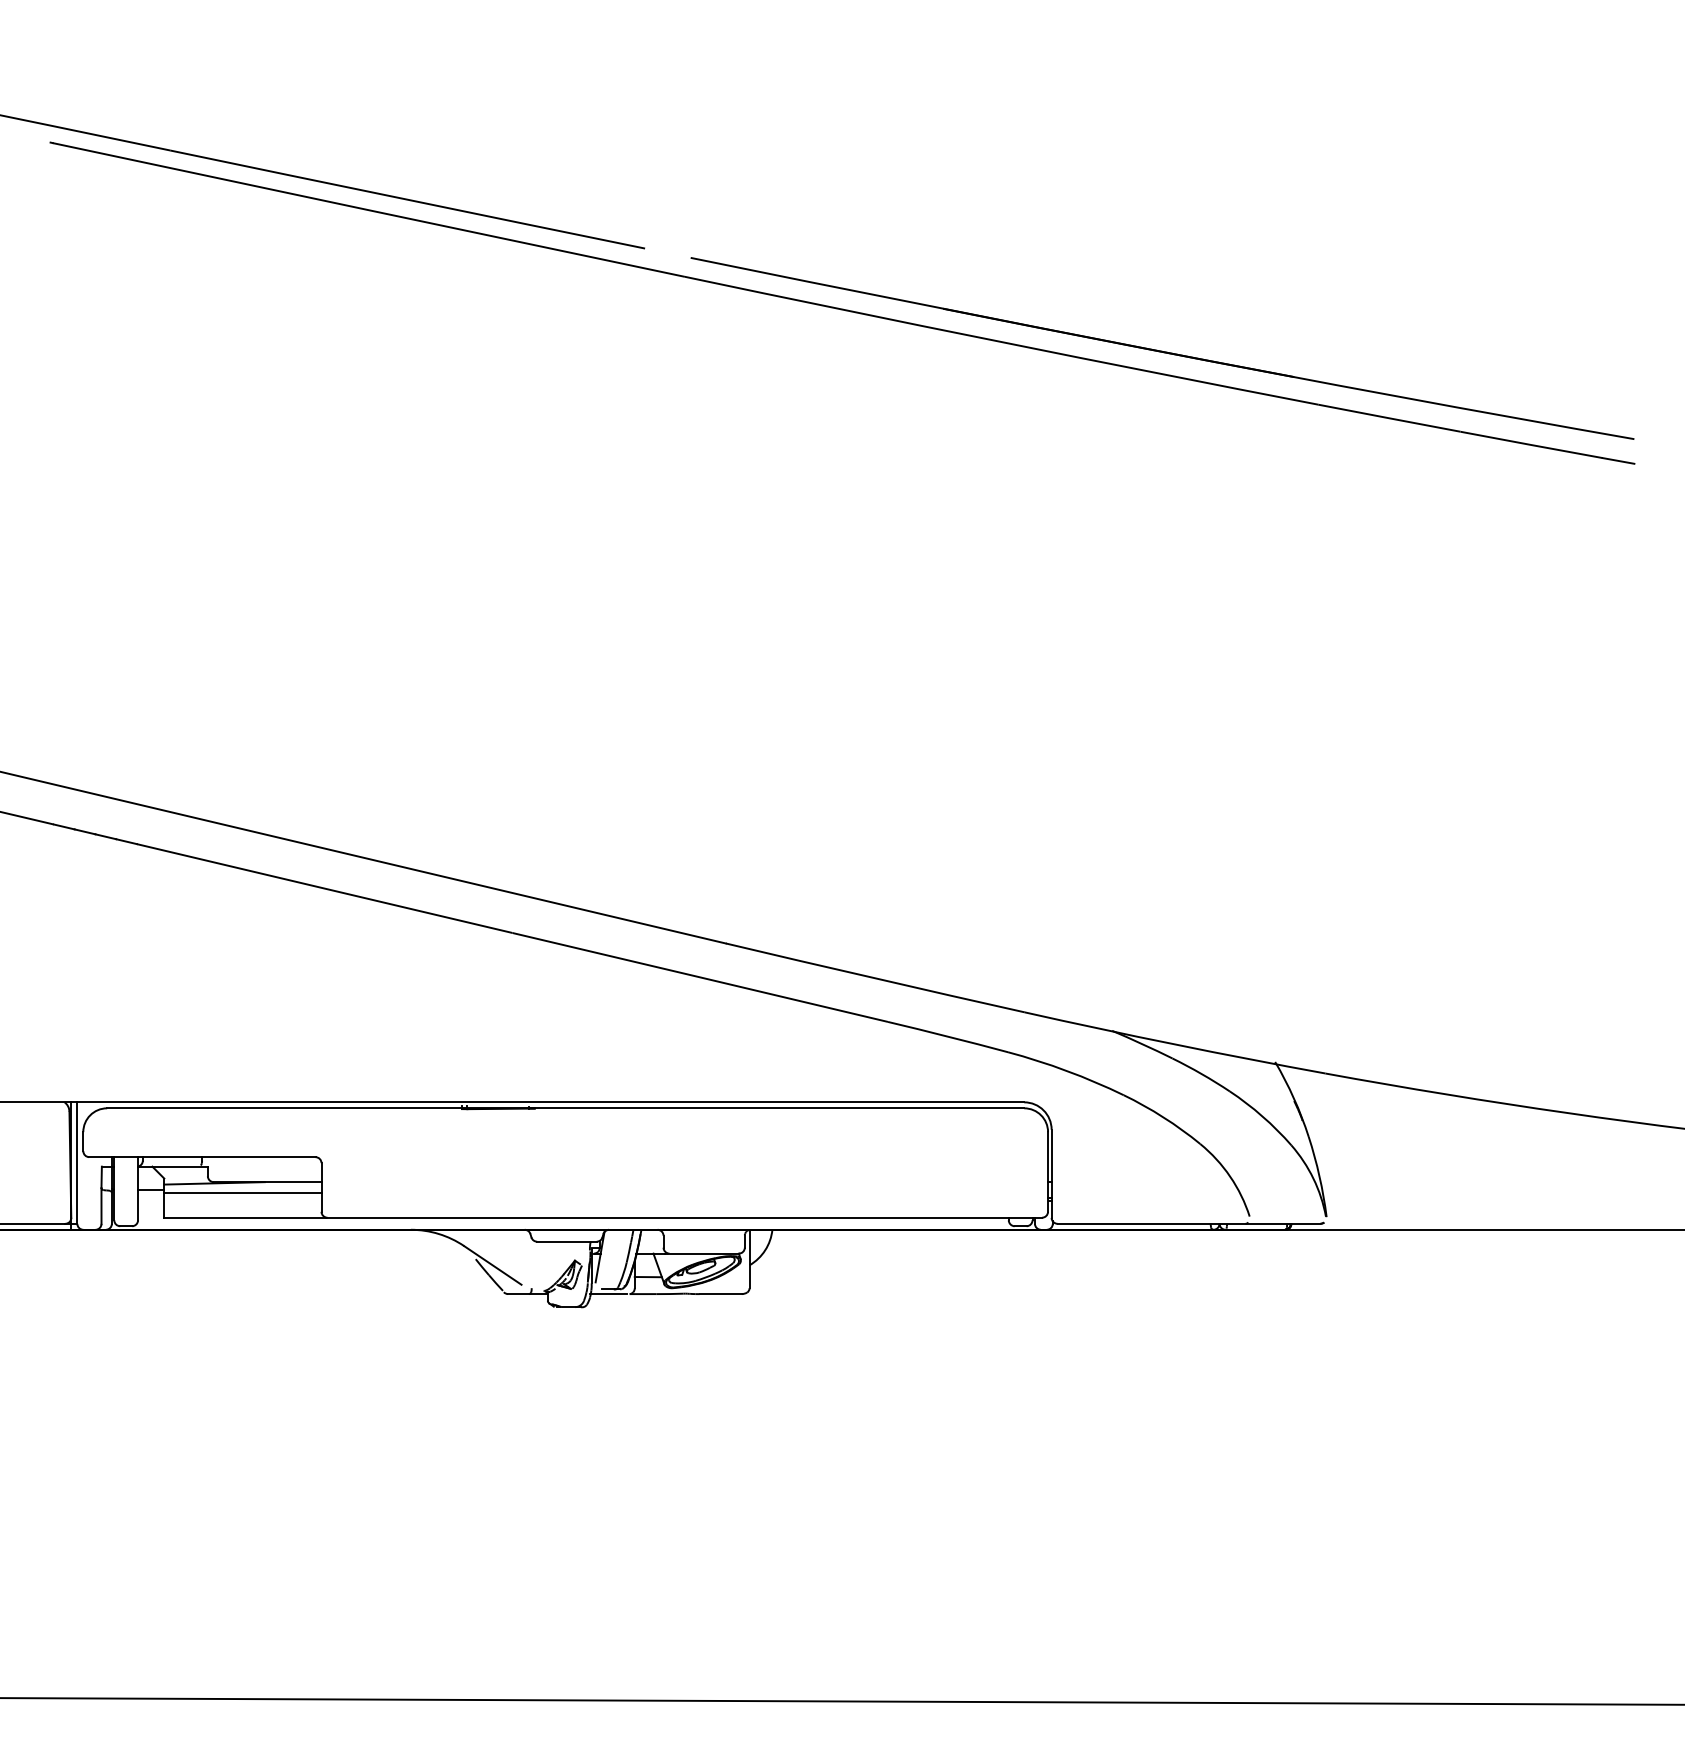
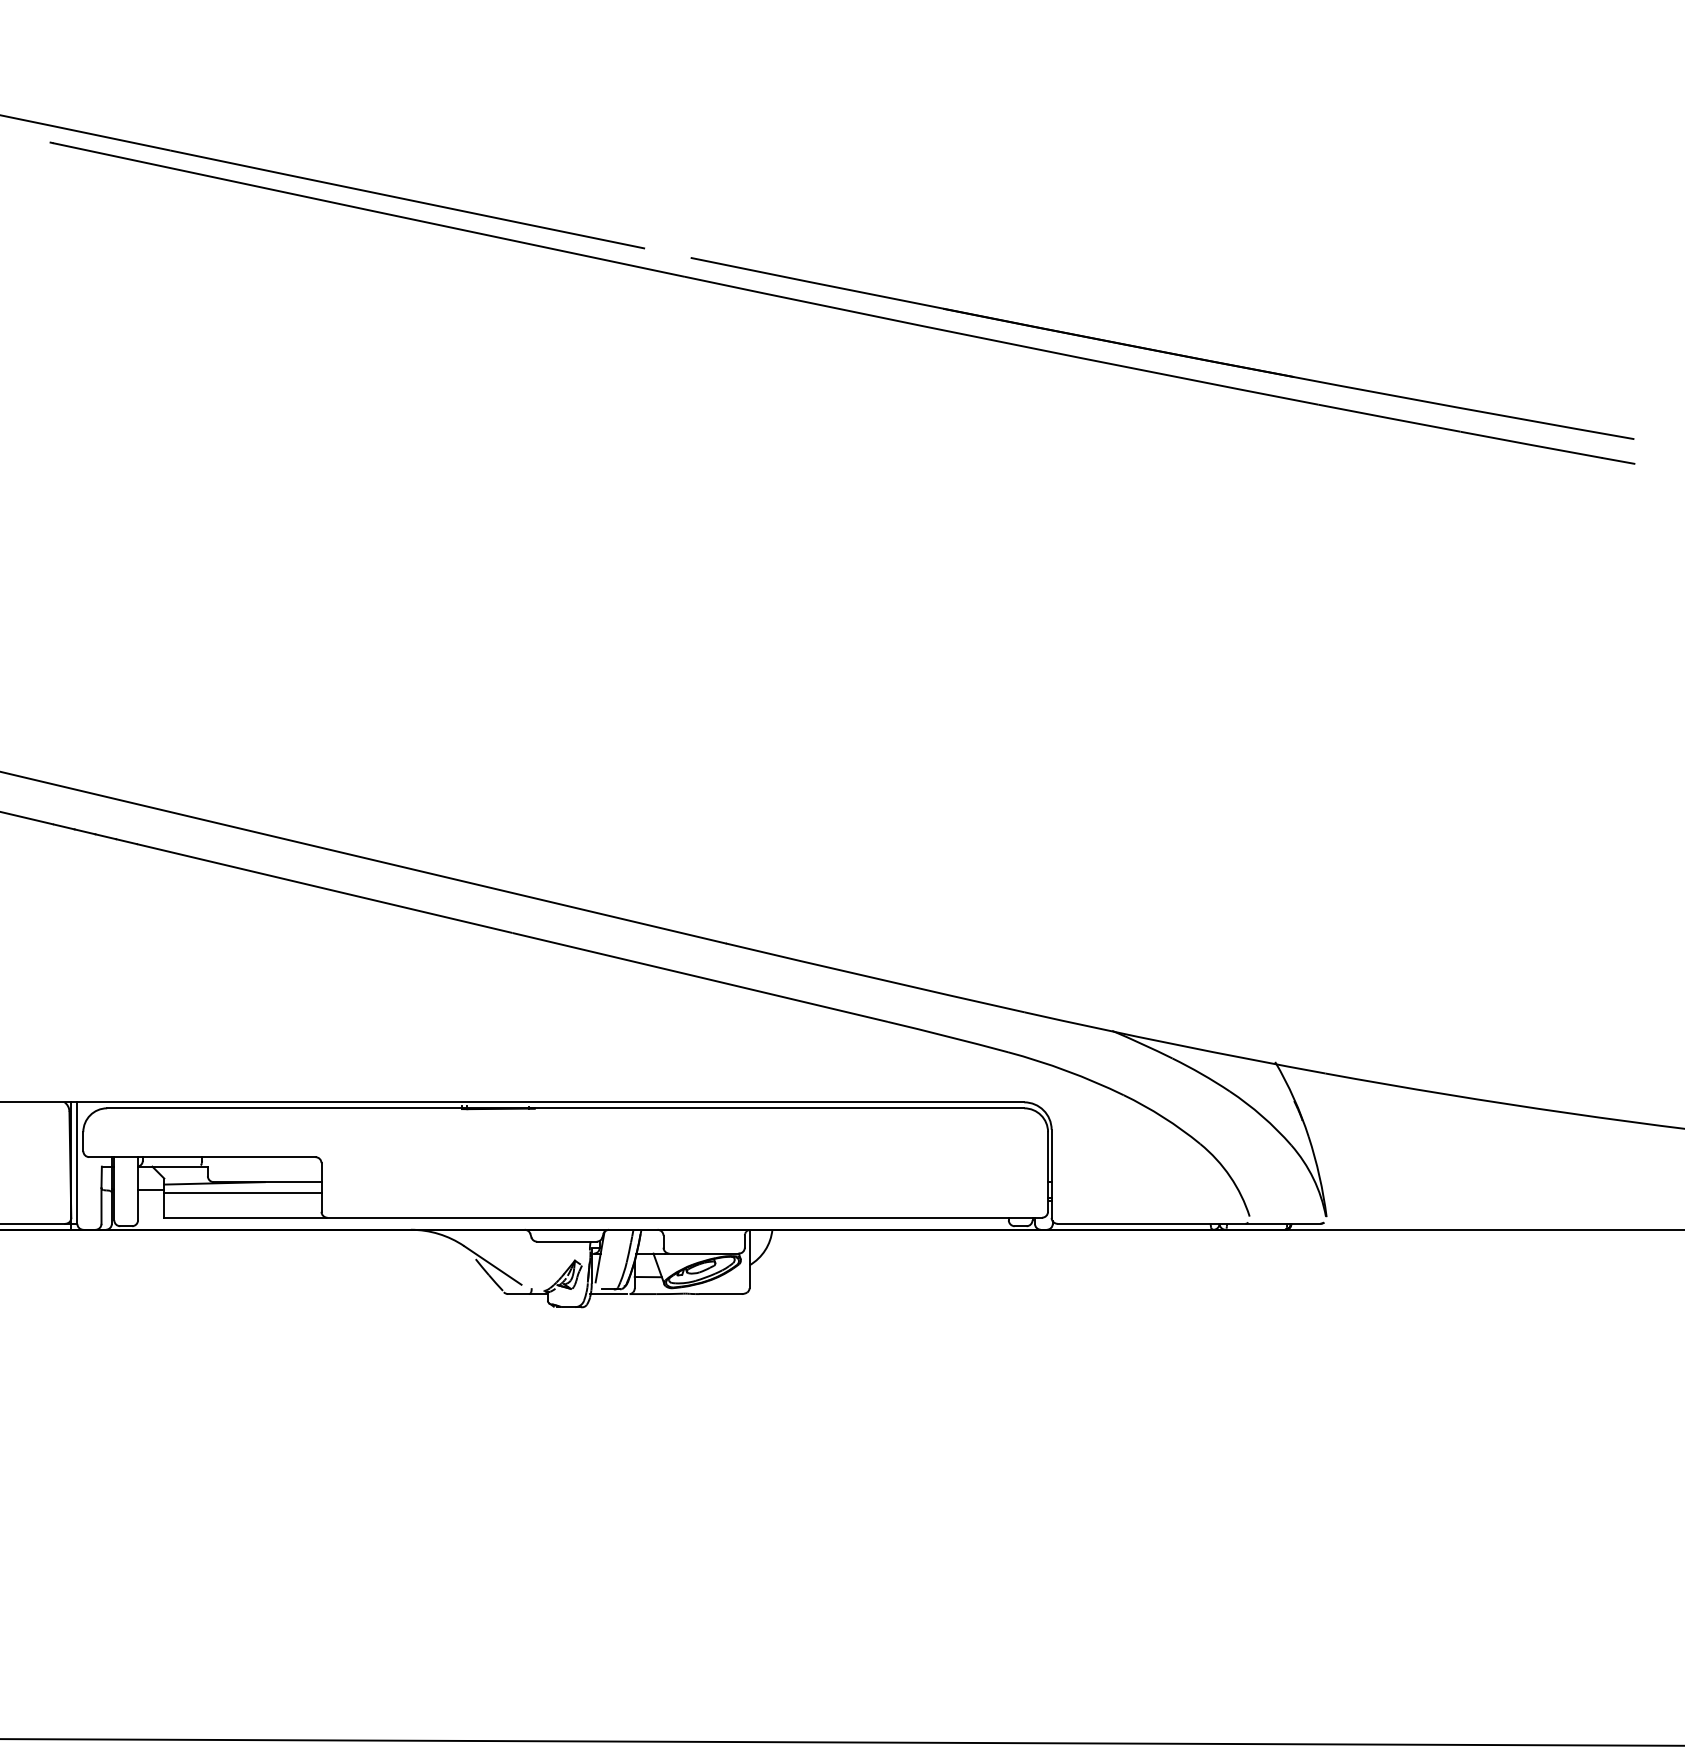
line at (841, 1701) position: (841, 1701) -> (841, 1742)
